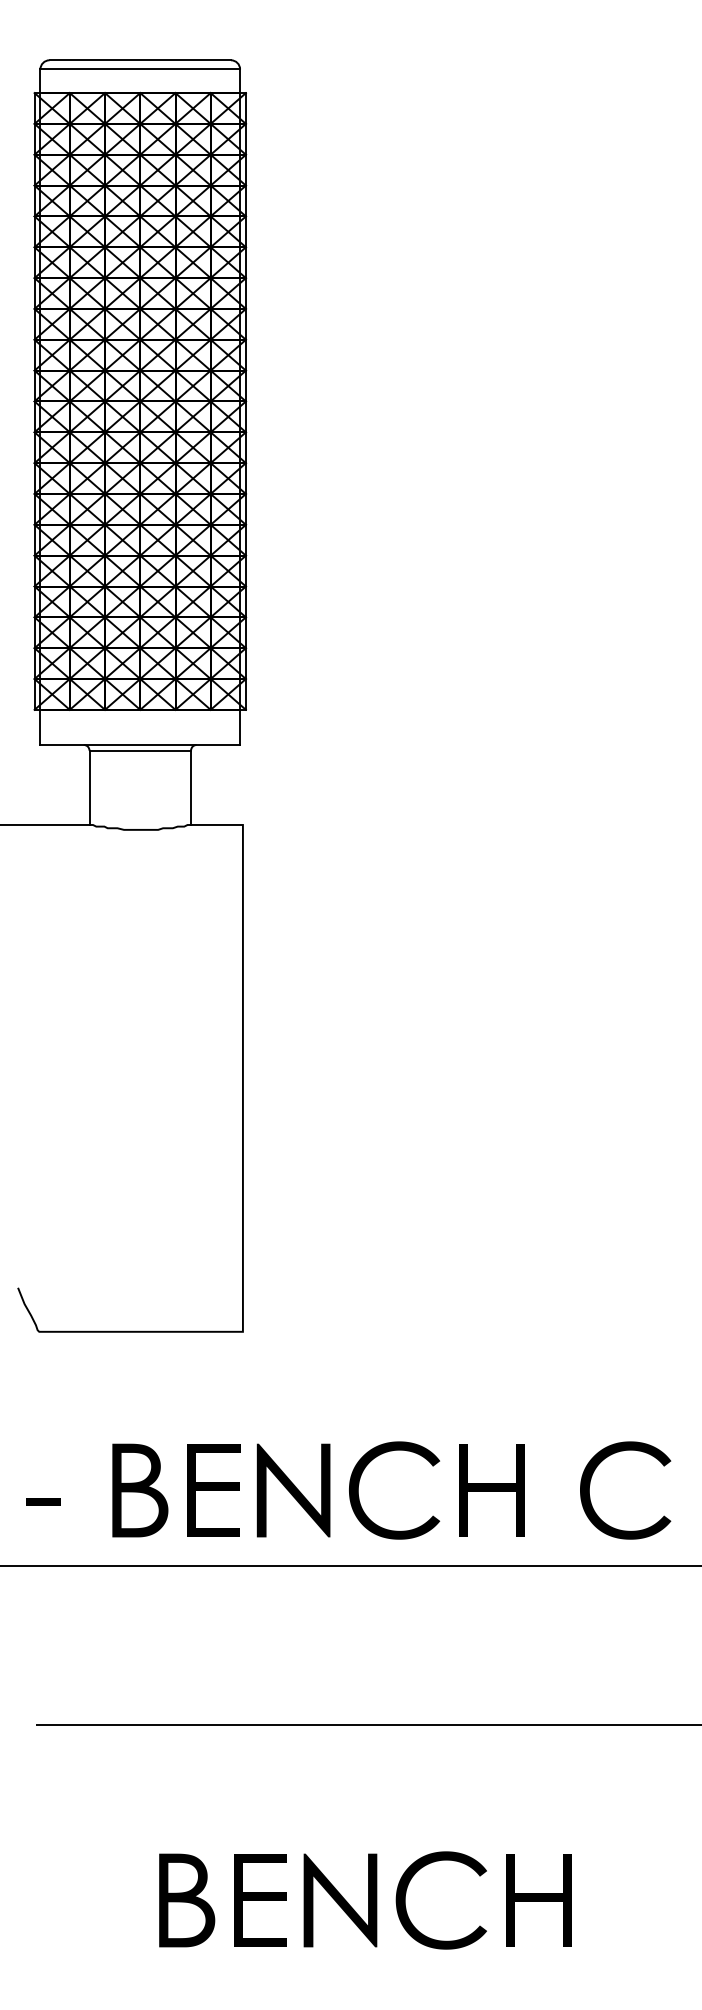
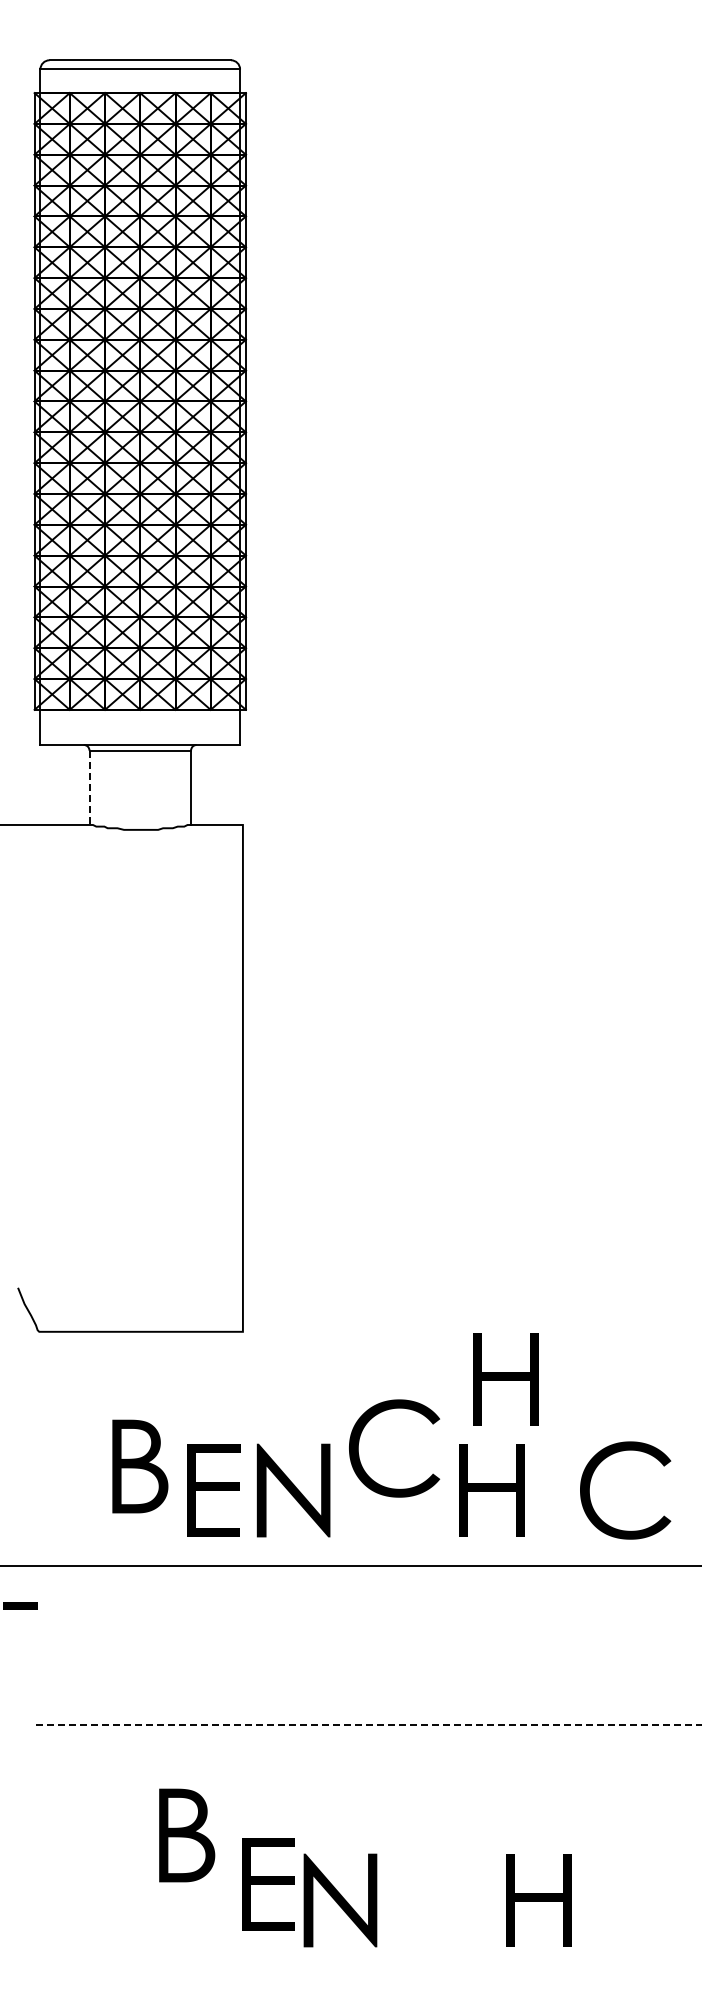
line at (89, 788): solid -> dashed
part at (505, 1379): none -> present
part at (359, 1484) position: (359, 1484) -> (359, 1442)
part at (140, 1490) position: (140, 1490) -> (140, 1466)
part at (43, 1501) position: (43, 1501) -> (20, 1605)
line at (368, 1724): solid -> dashed
part at (187, 1900) position: (187, 1900) -> (187, 1835)
part at (260, 1900) position: (260, 1900) -> (268, 1884)
fill at (441, 1900): present -> none
